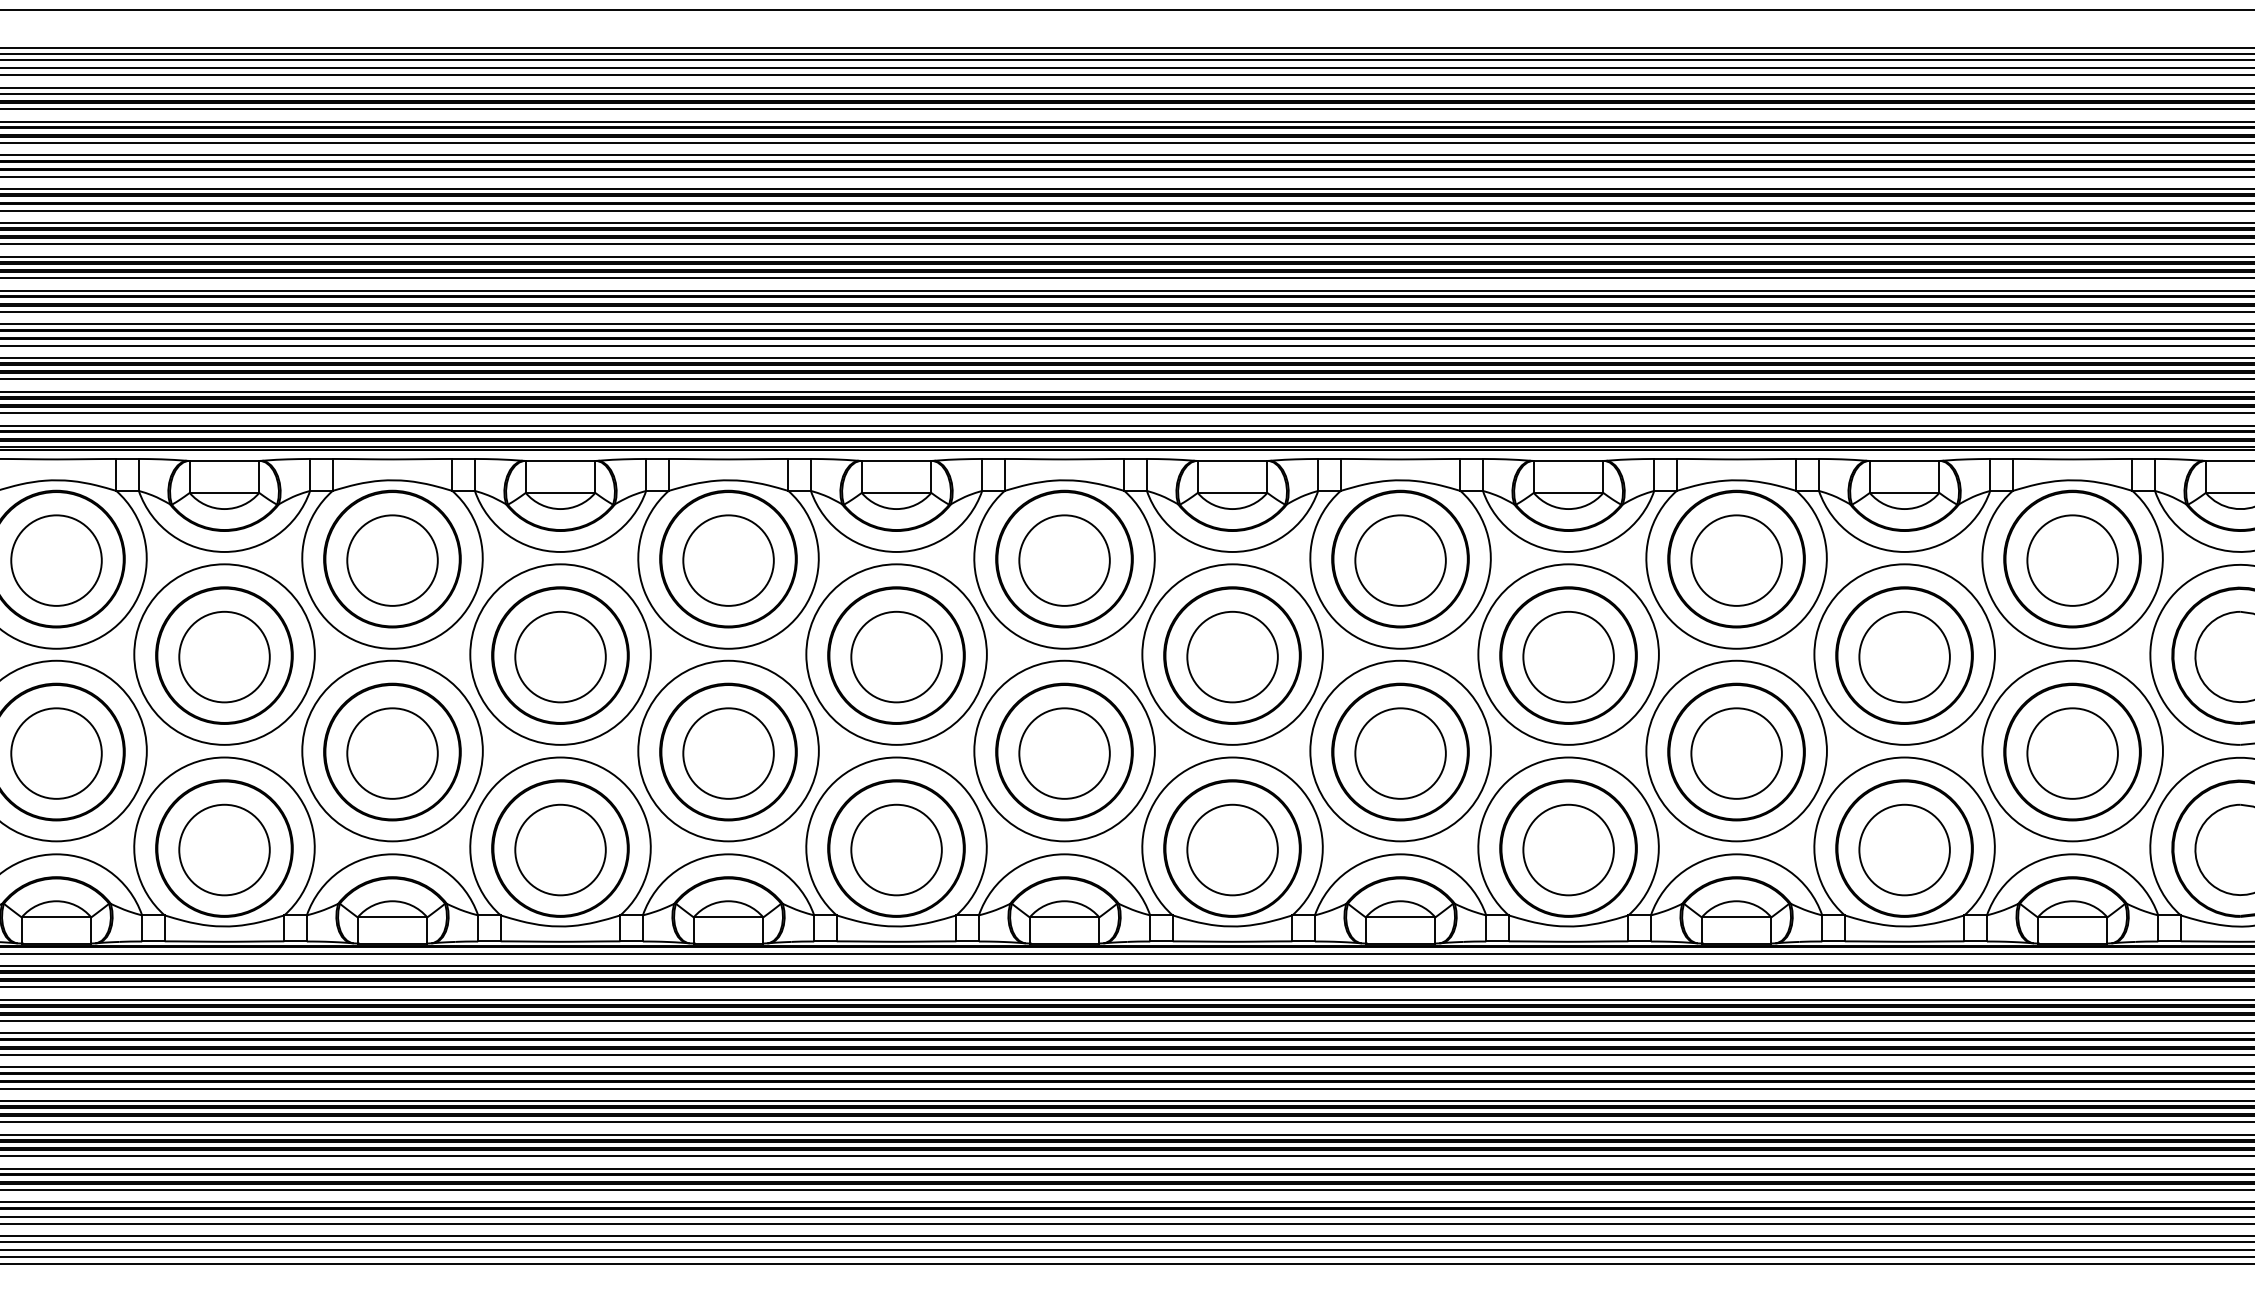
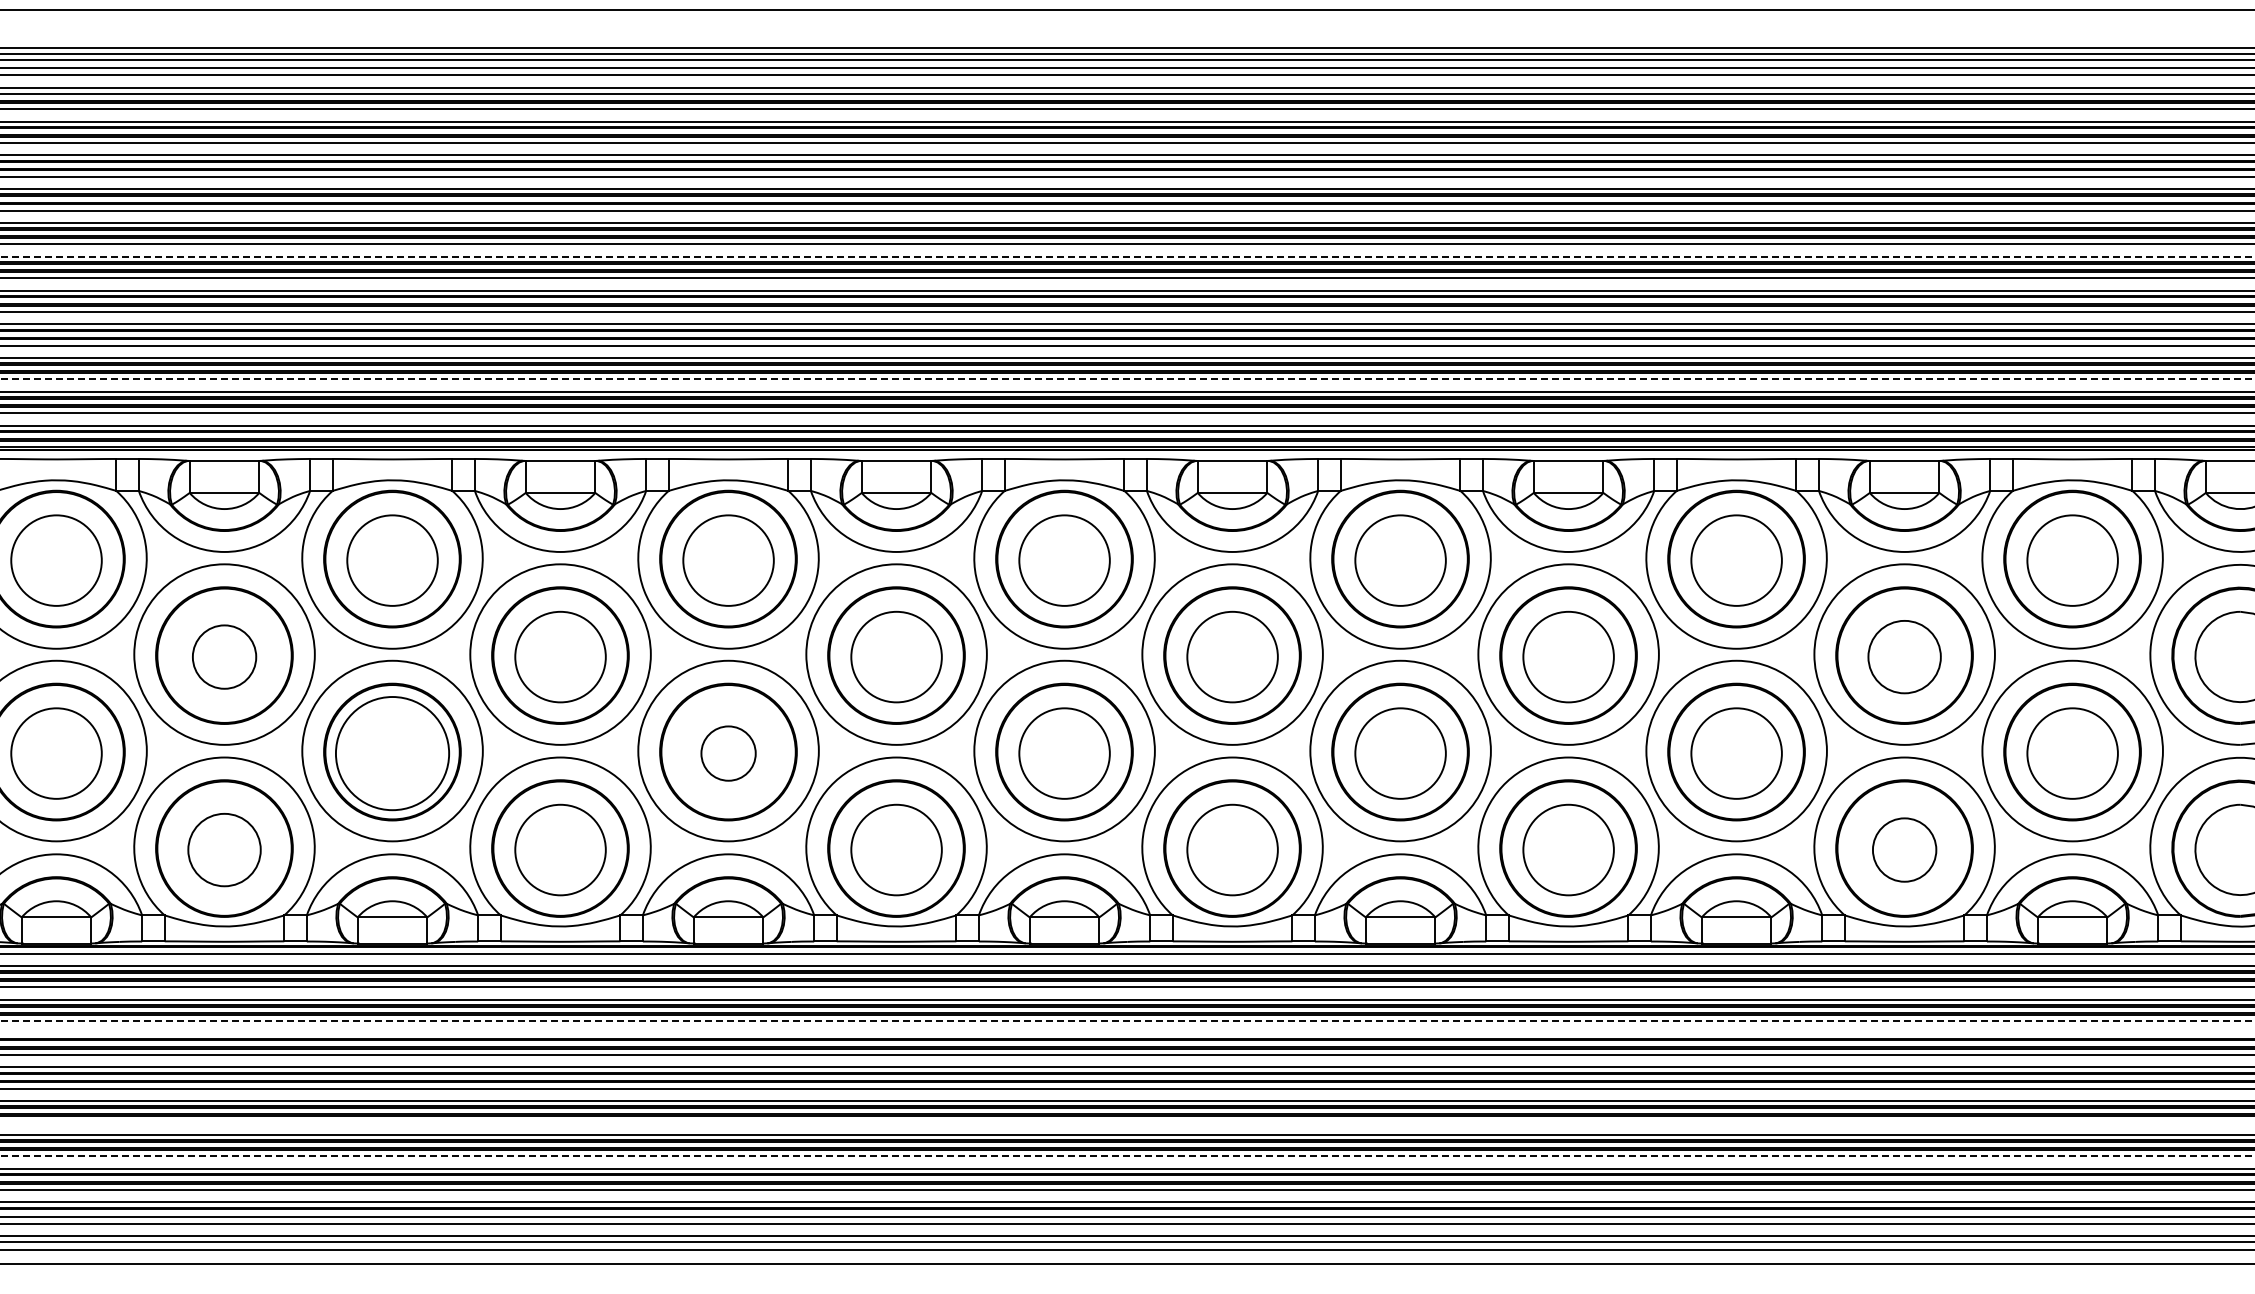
line at (1127, 256): solid -> dashed
line at (1127, 379): solid -> dashed
circle at (224, 656) diameter: 91 px -> 63 px
circle at (1904, 656) diameter: 91 px -> 72 px
circle at (392, 753) diameter: 91 px -> 113 px
circle at (728, 753) diameter: 91 px -> 54 px
circle at (224, 849) diameter: 91 px -> 72 px
circle at (1904, 849) diameter: 91 px -> 63 px
line at (1127, 1021): solid -> dashed
line at (1126, 1033): present -> none
line at (1126, 1122): present -> none
line at (1127, 1156): solid -> dashed
line at (1126, 1257): present -> none
